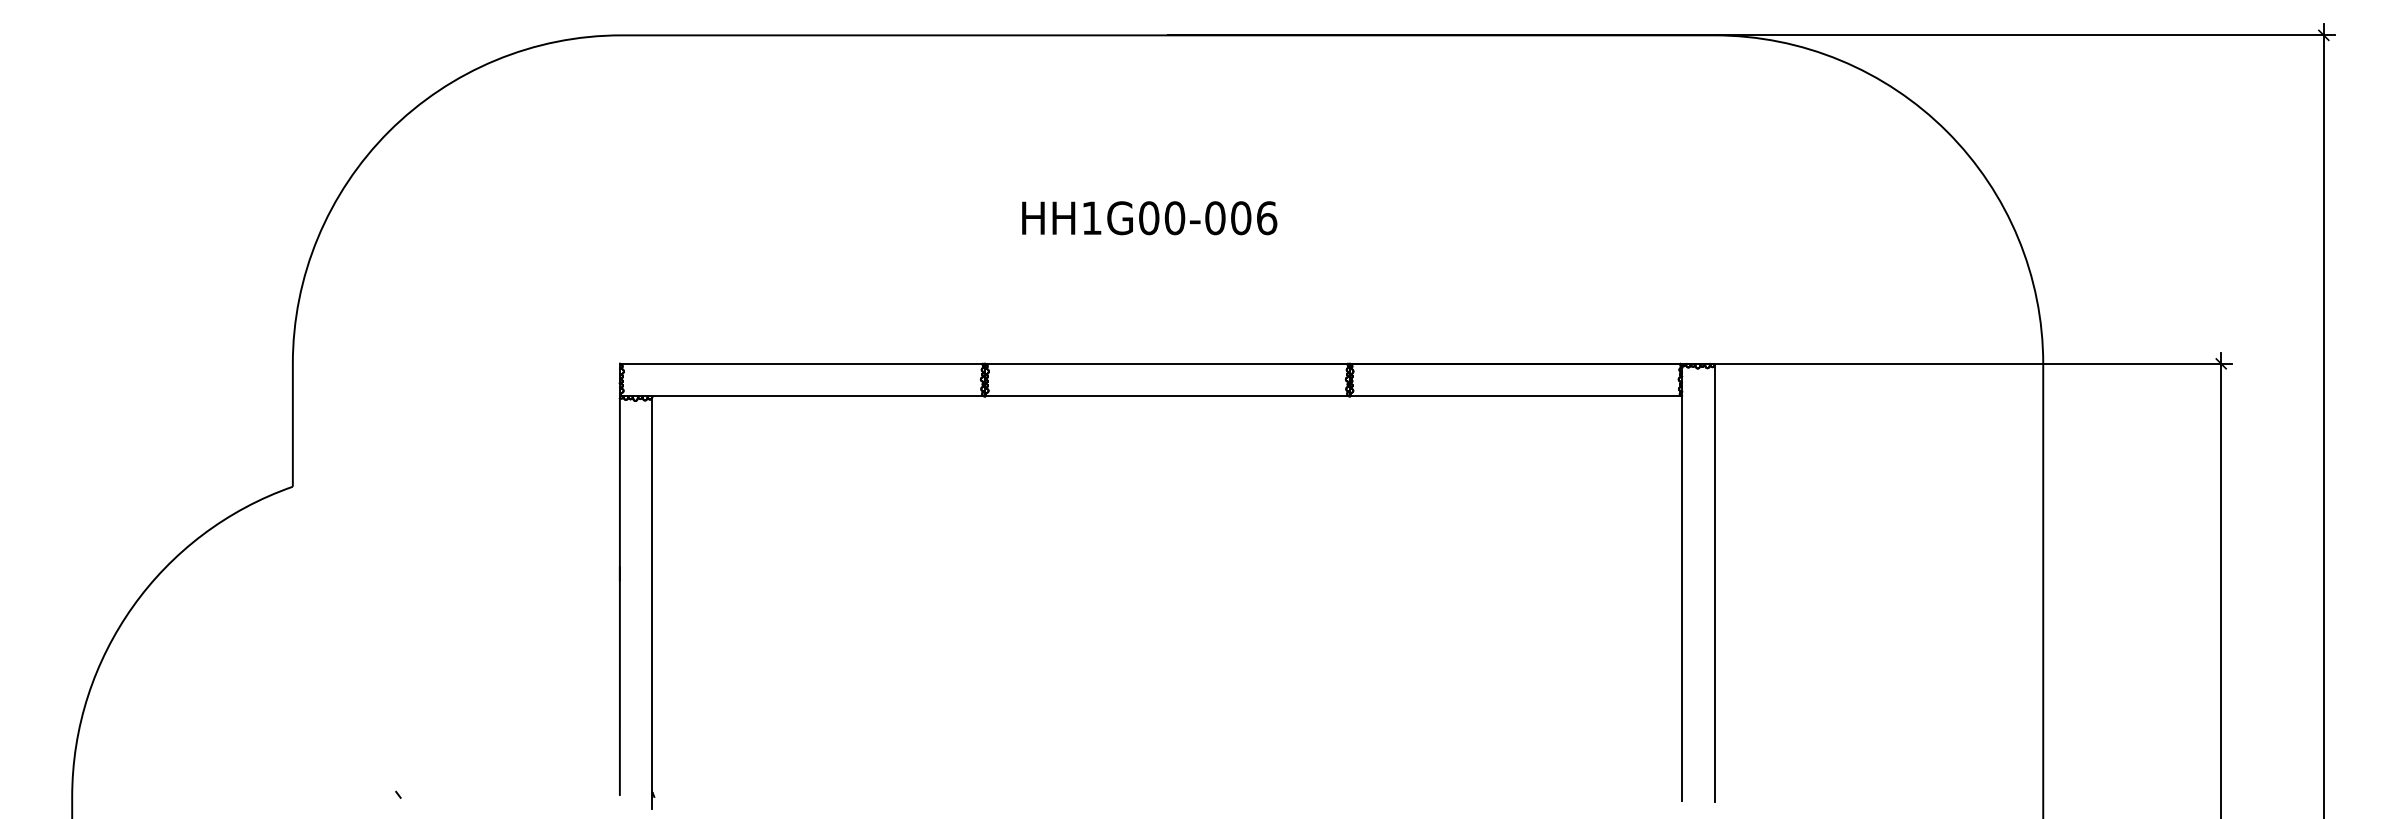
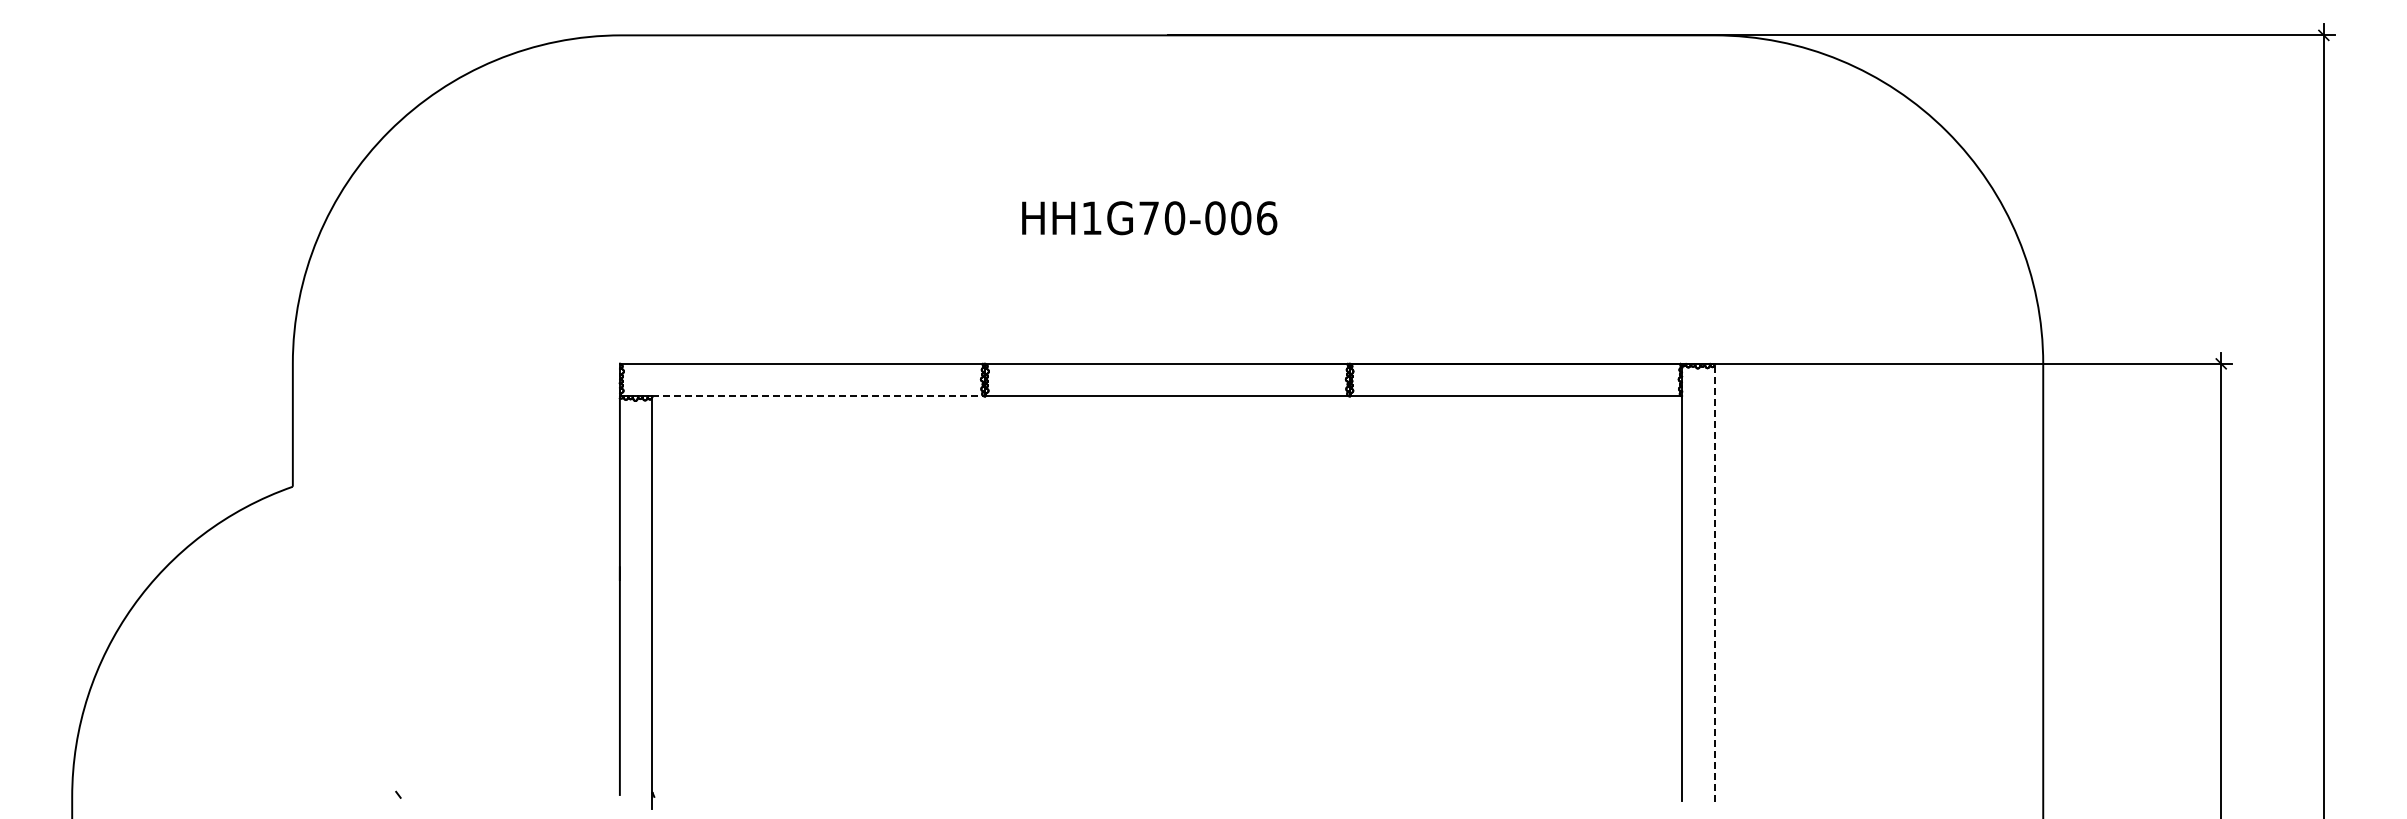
text at (1149, 218): HH1G00-006 -> HH1G70-006
line at (819, 396): solid -> dashed
line at (1714, 582): solid -> dashed
